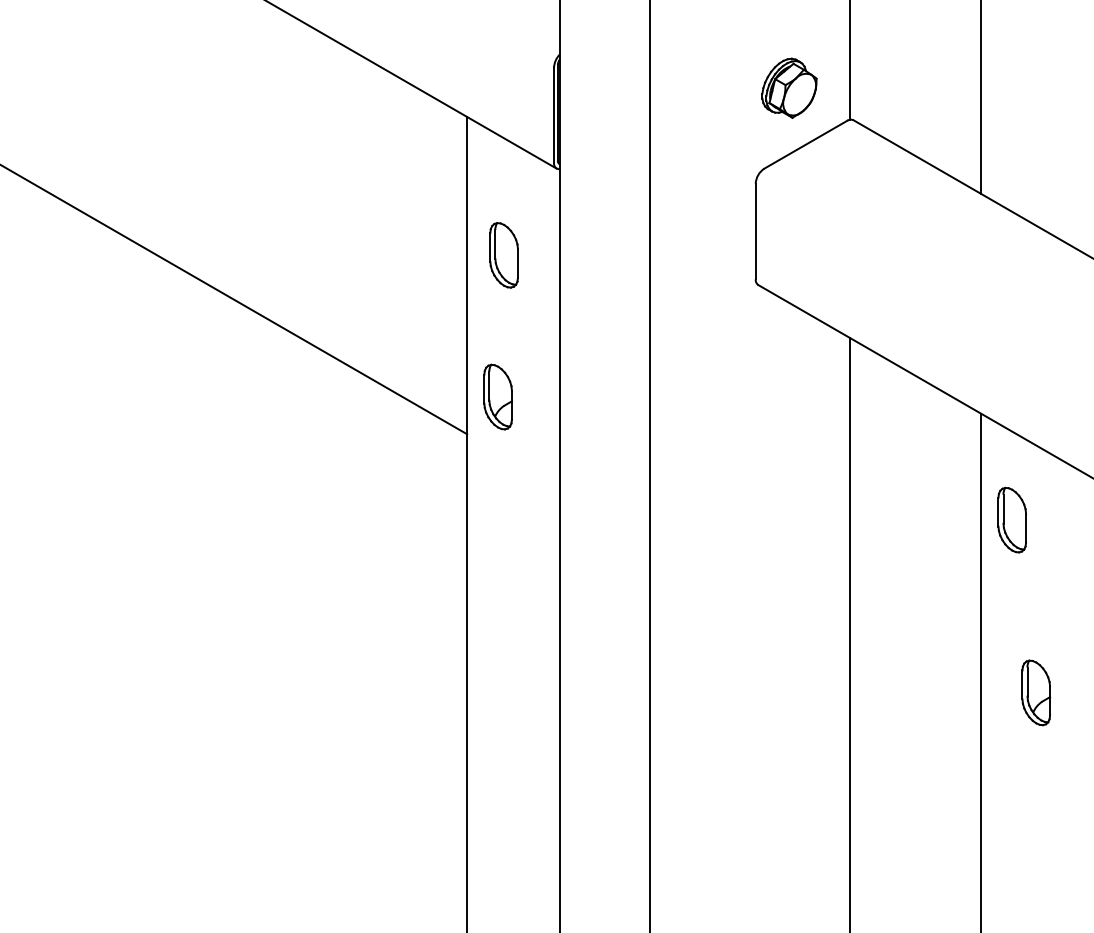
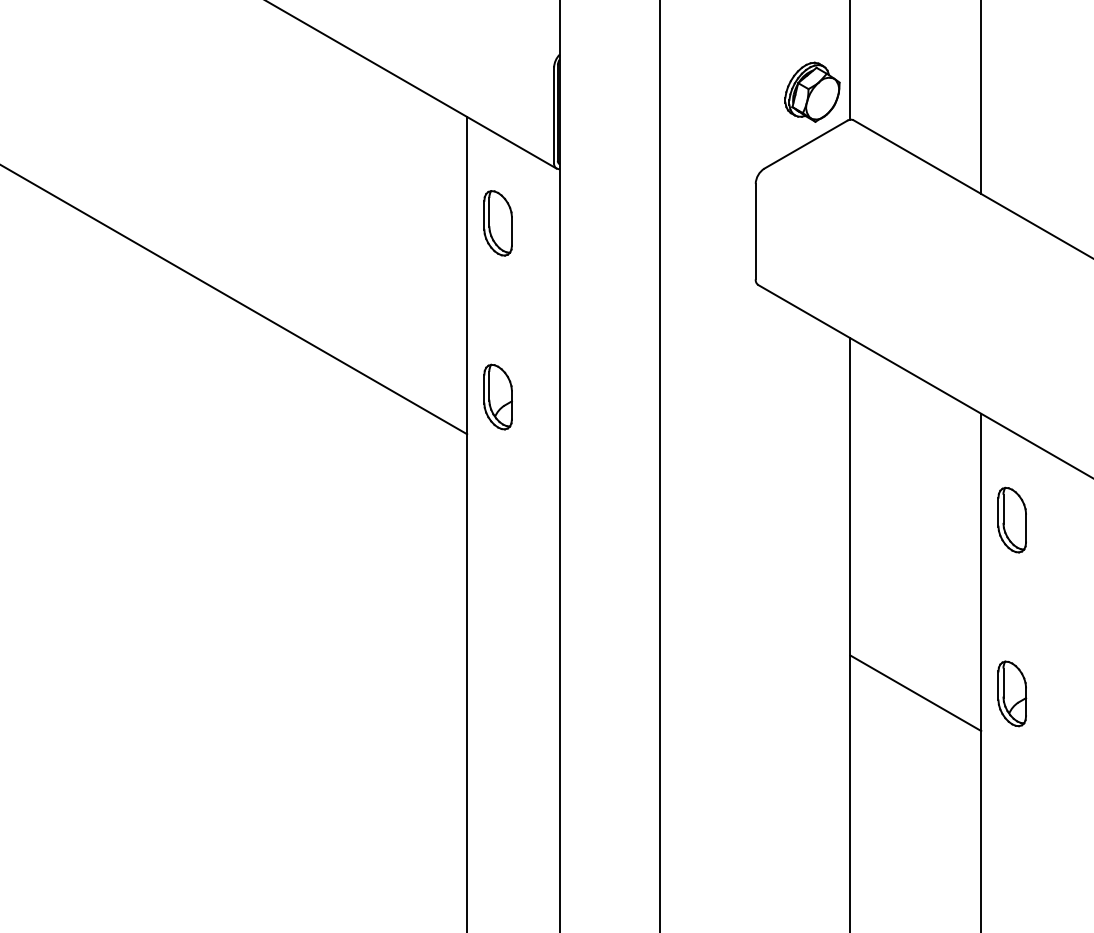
part at (789, 87) position: (789, 87) -> (812, 91)
part at (503, 255) position: (503, 255) -> (497, 223)
line at (650, 465) position: (650, 465) -> (660, 465)
part at (1036, 692) position: (1036, 692) -> (1012, 693)
line at (915, 693): none -> present
